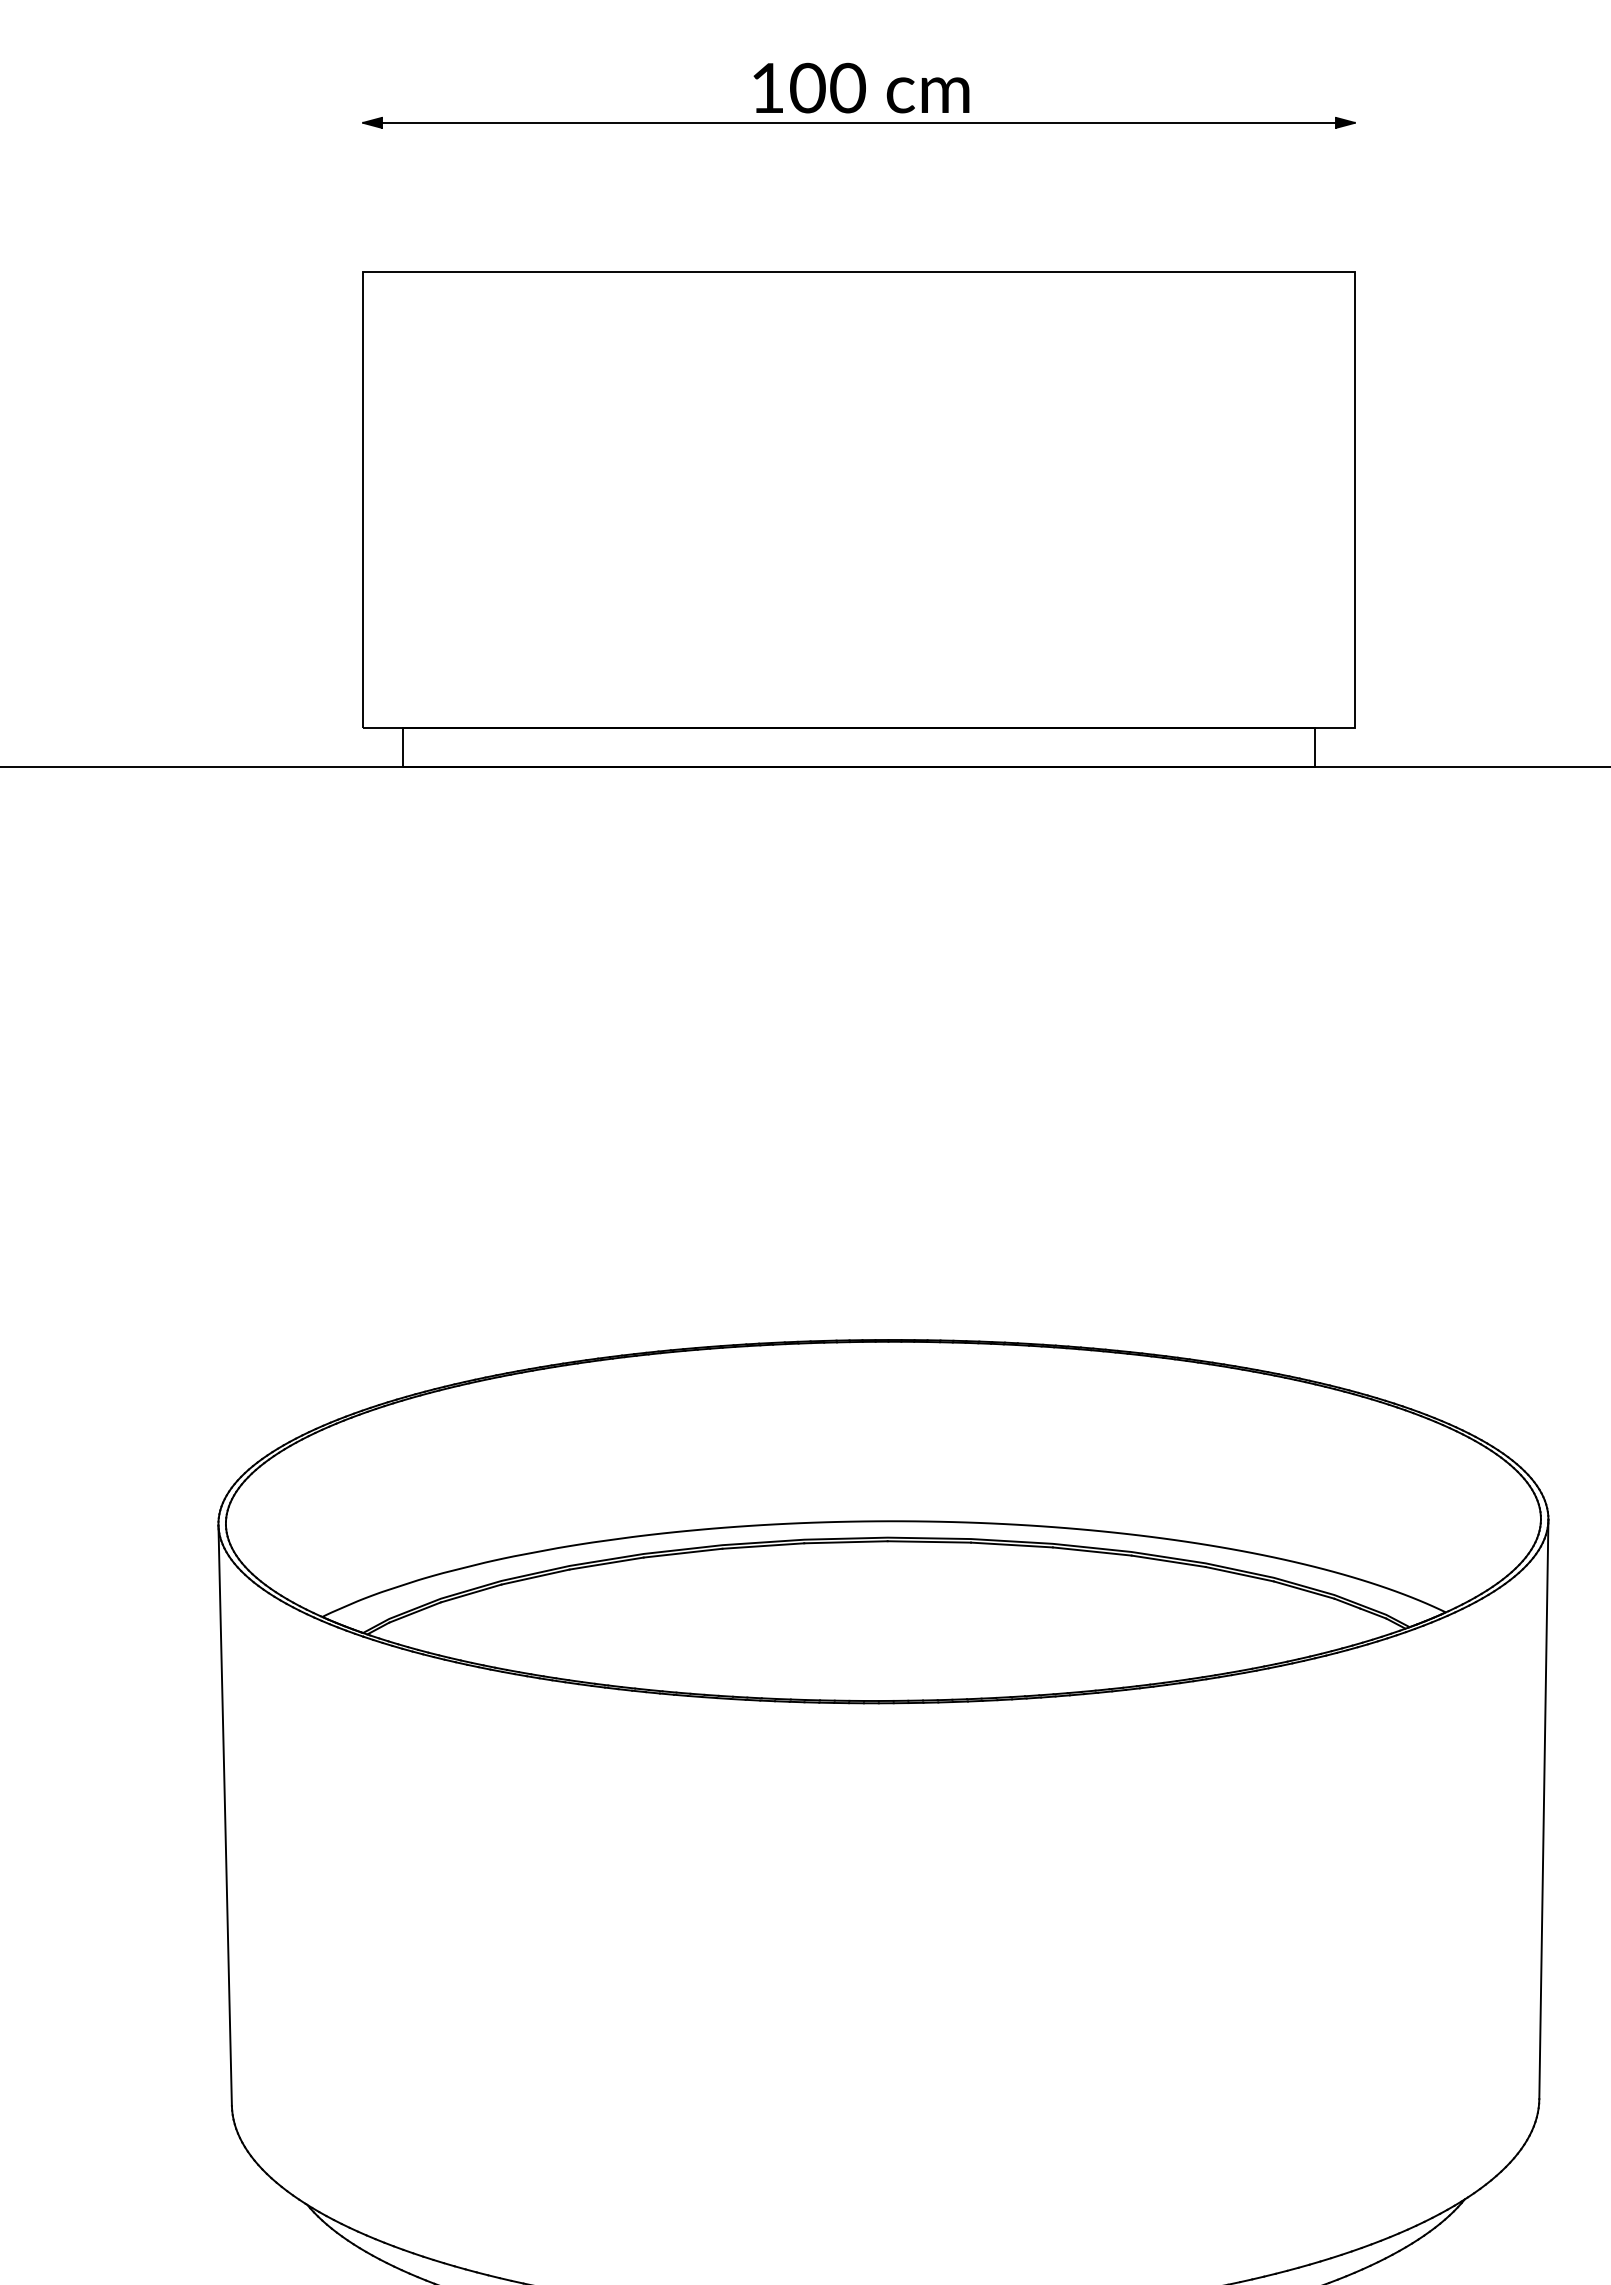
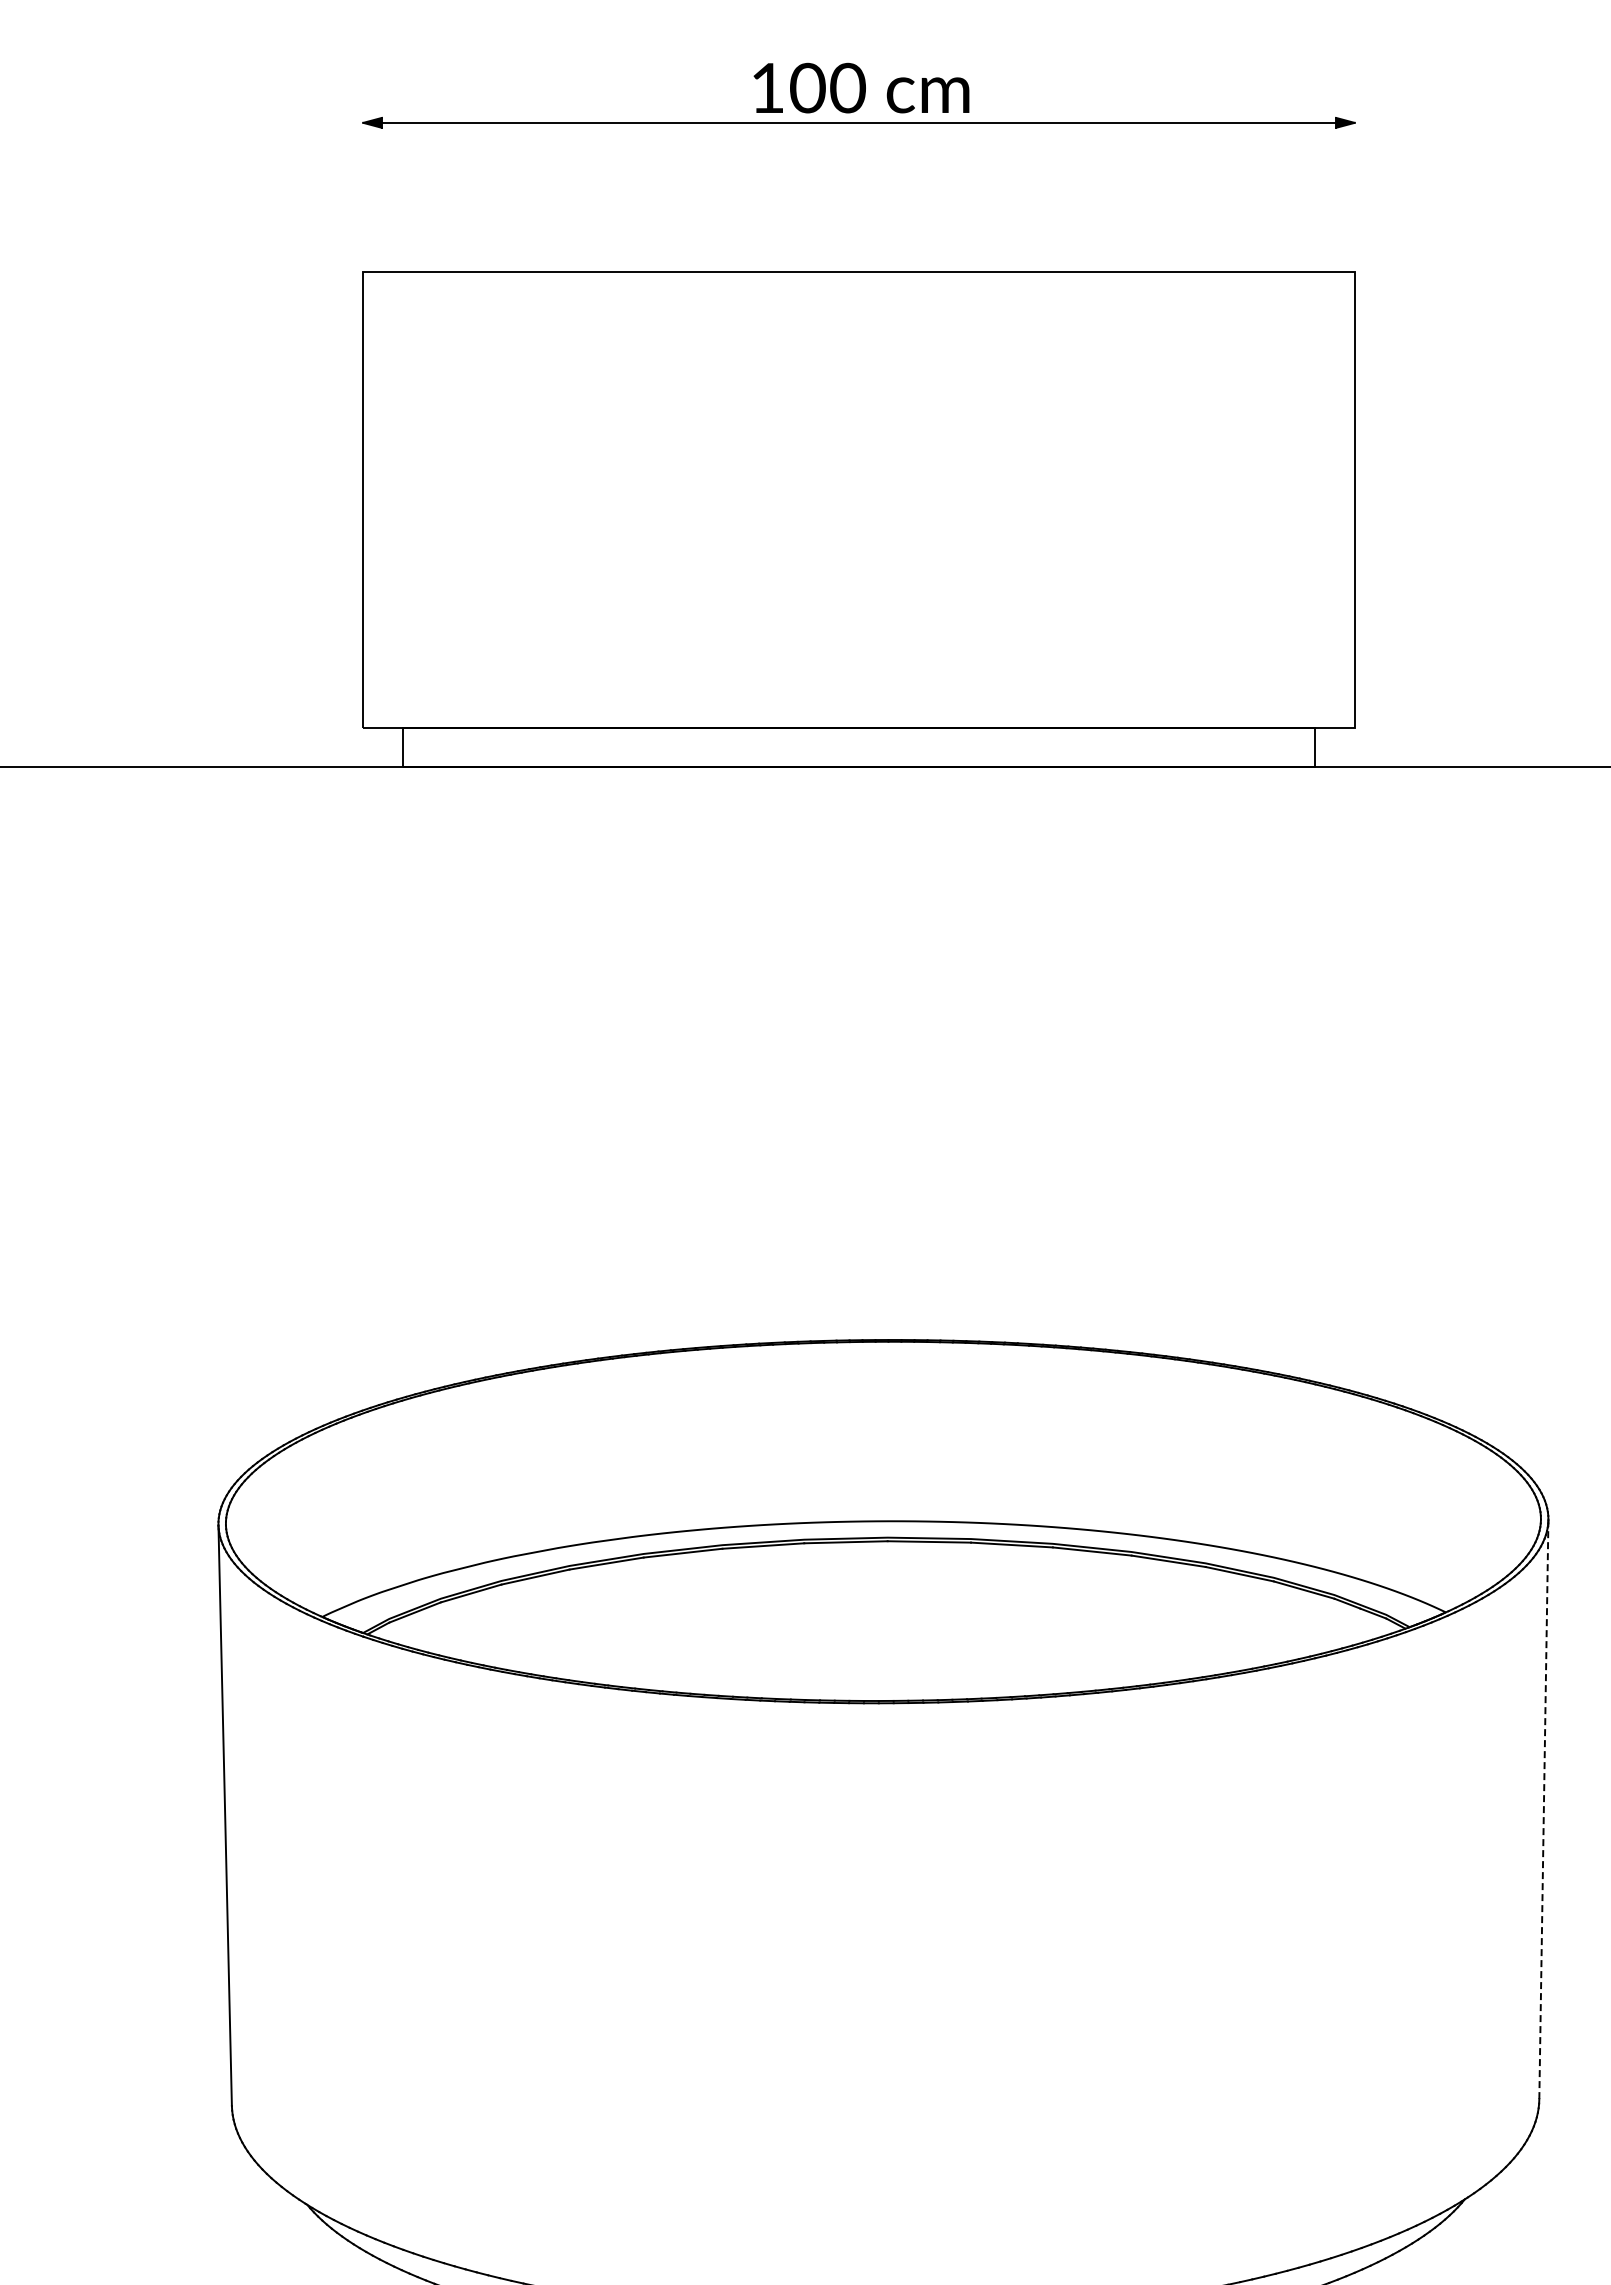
line at (1543, 1809): solid -> dashed
